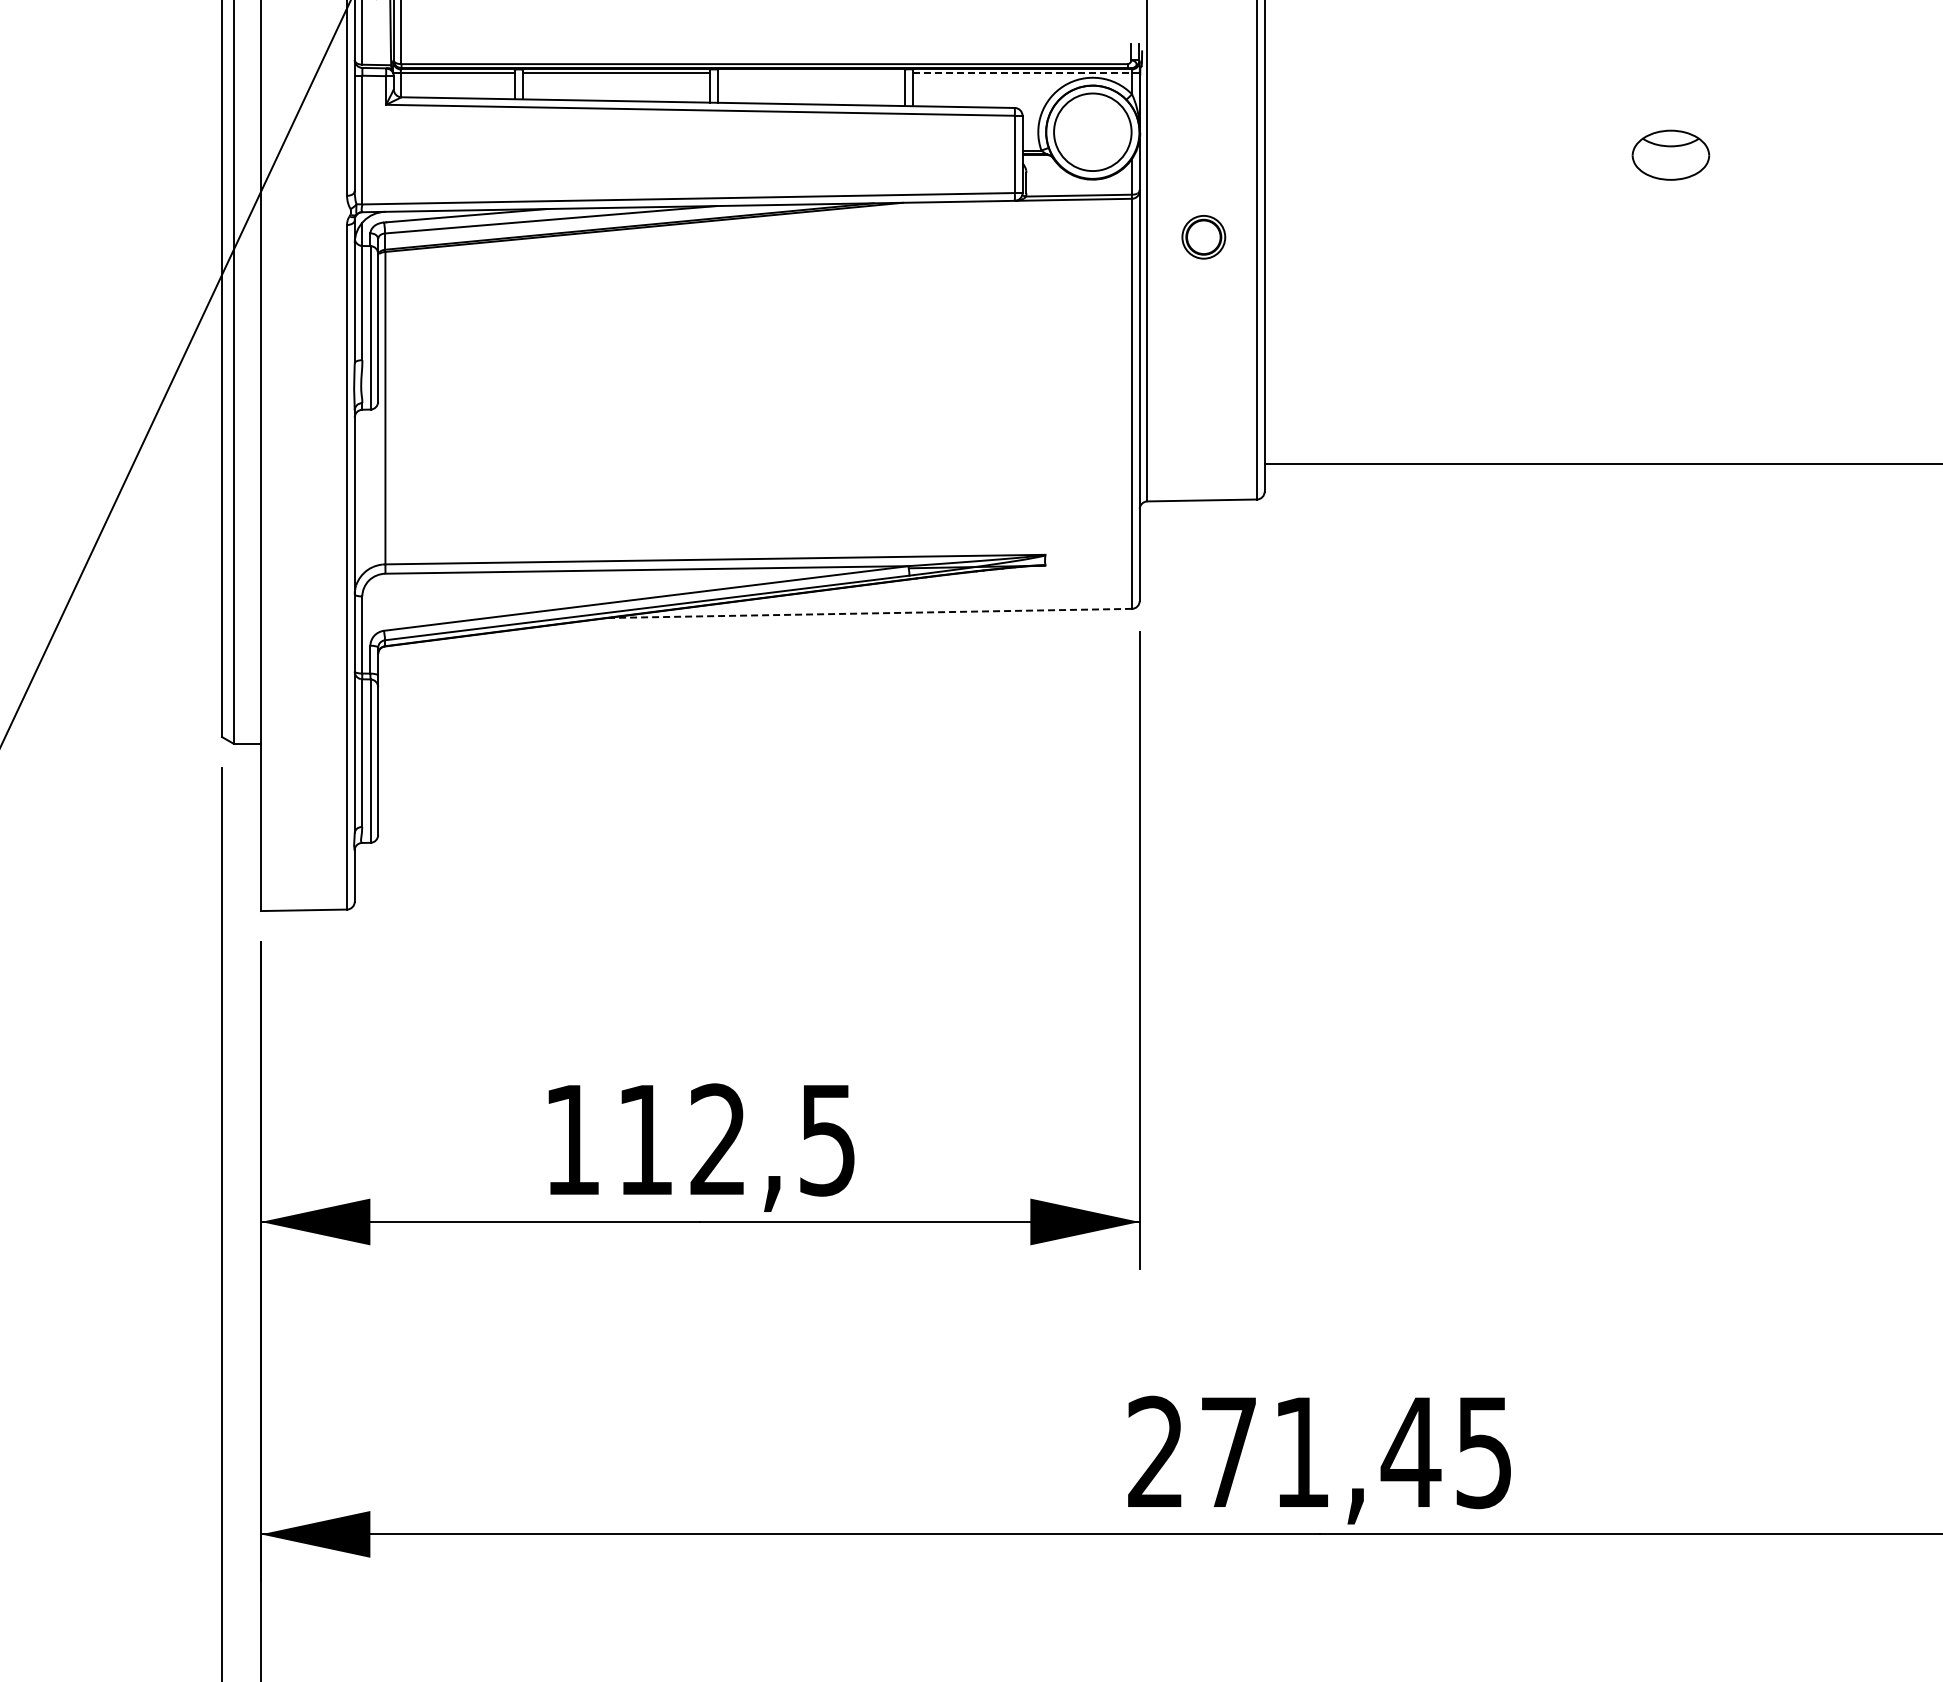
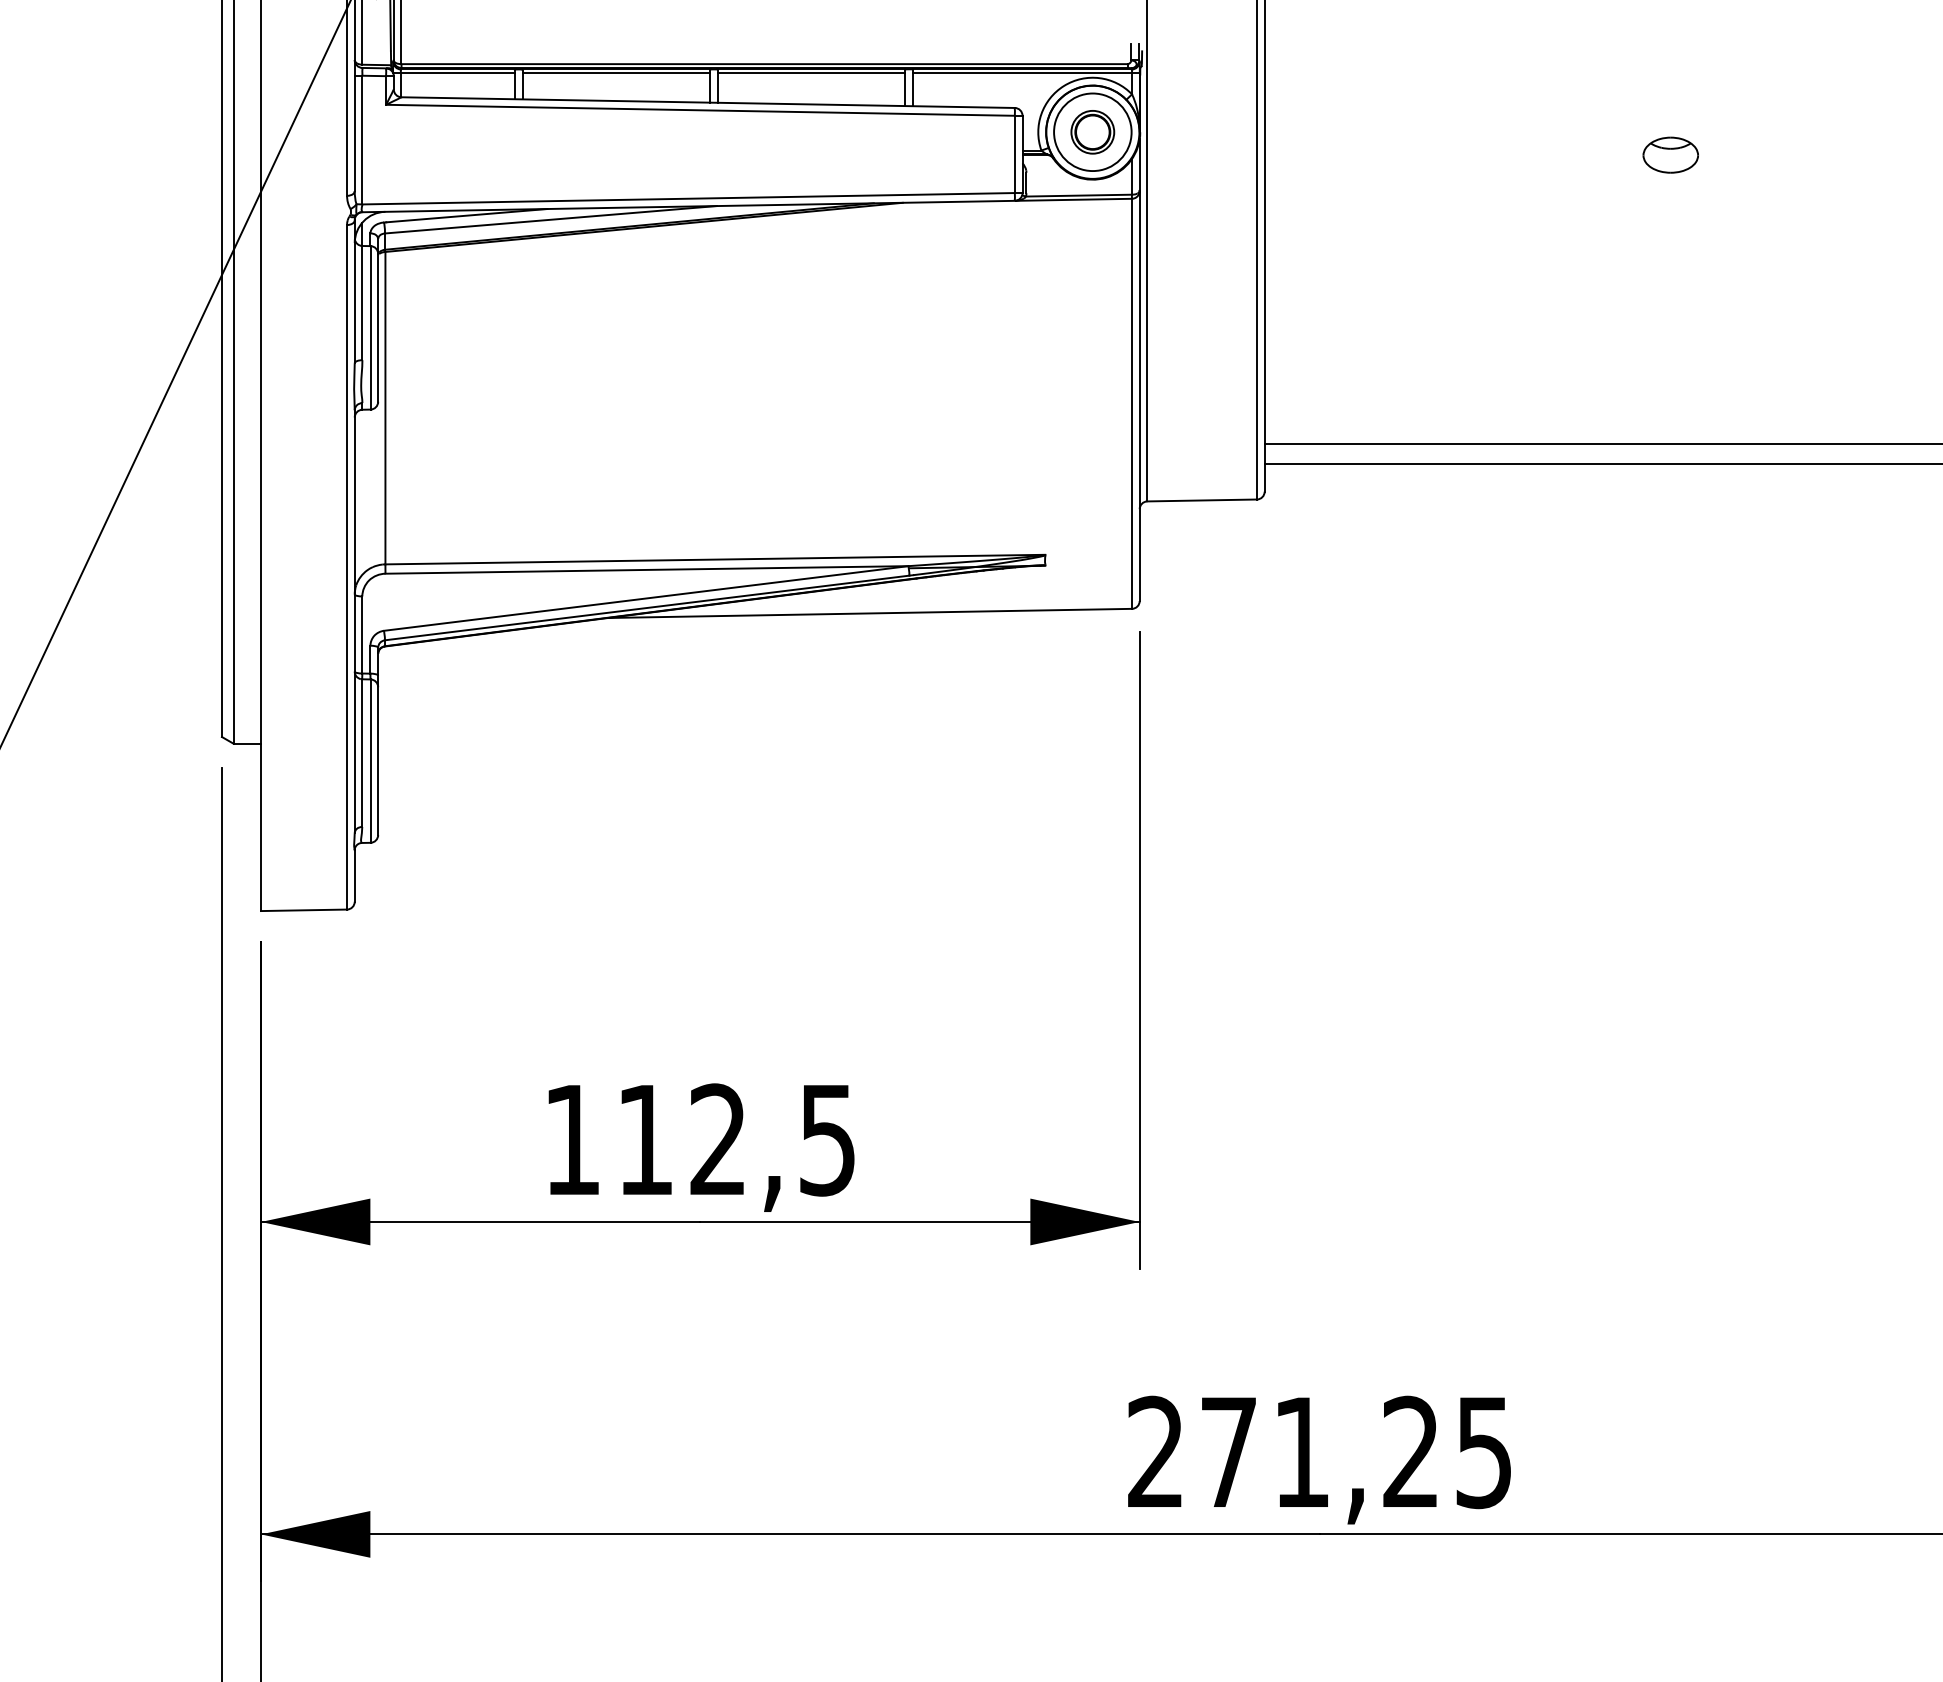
line at (811, 73): none -> present
line at (1027, 73): dashed -> solid
part at (1670, 154) size: 80x52 px -> 57x38 px
part at (1203, 237) position: (1203, 237) -> (1092, 132)
line at (1601, 444): none -> present
line at (869, 613): dashed -> solid
text at (1410, 1450): 271,45 -> 271,25
